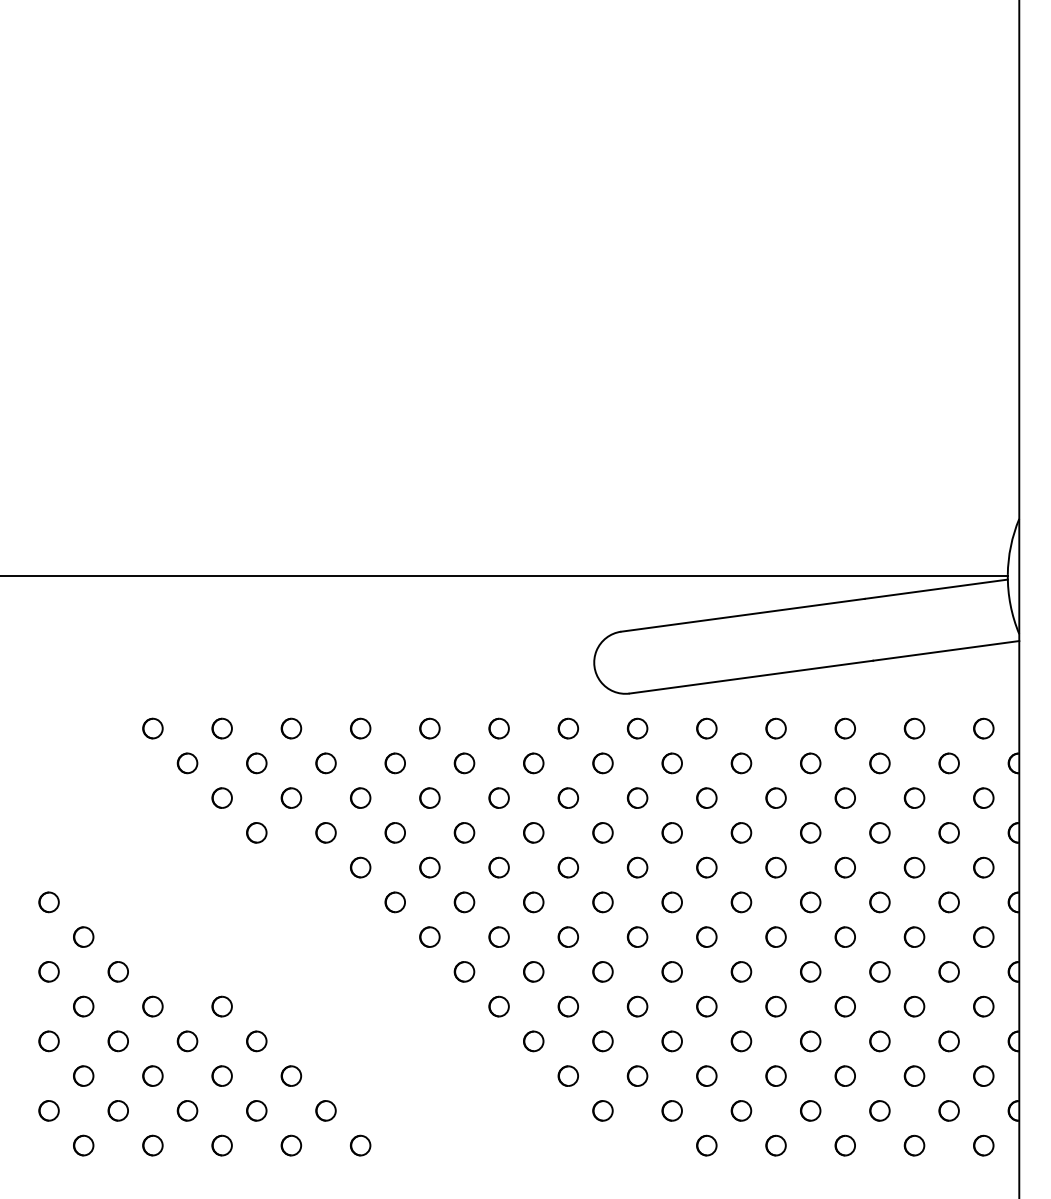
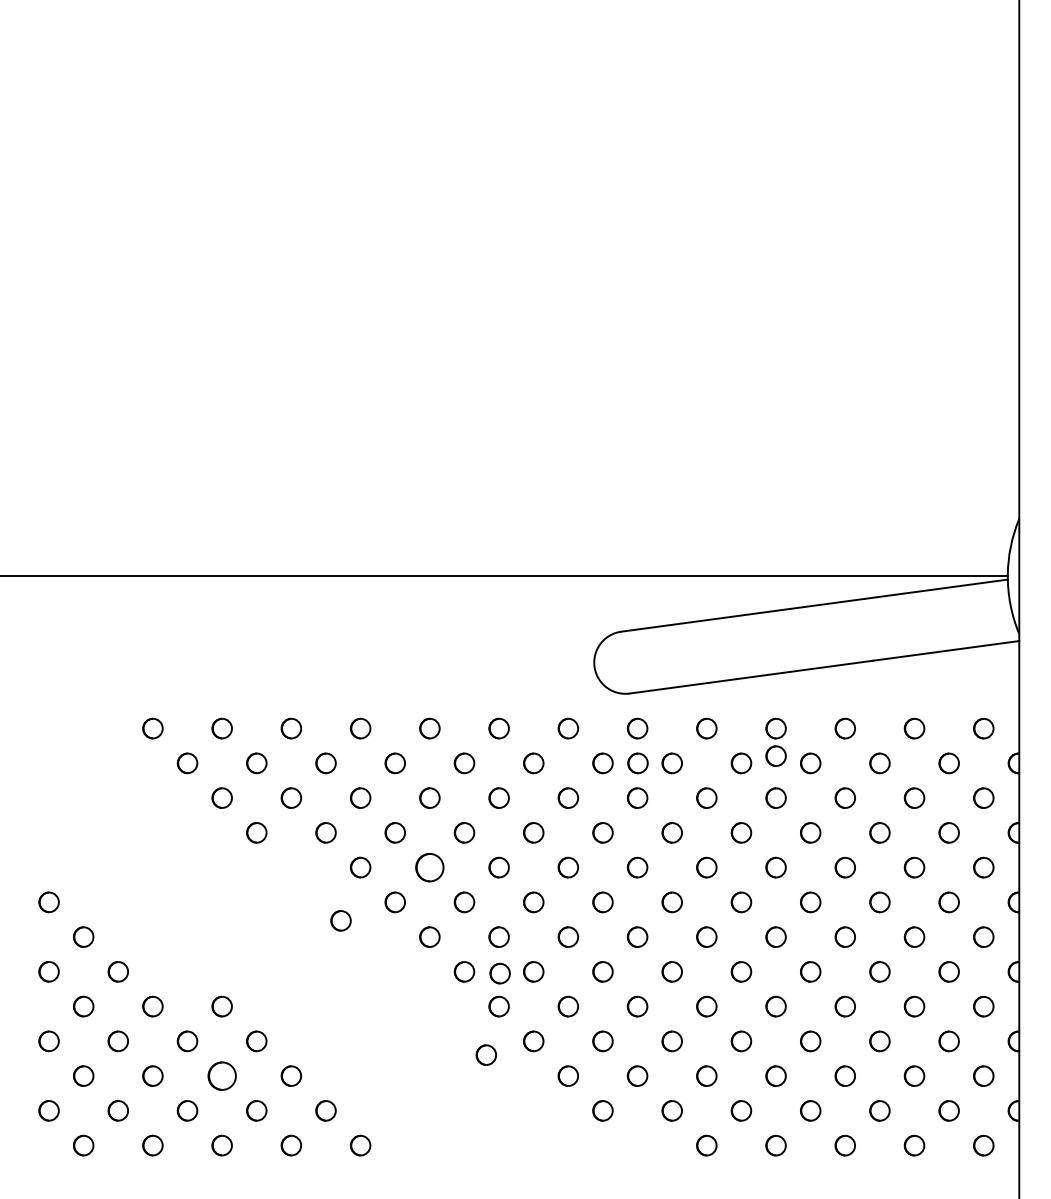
part at (775, 755): none -> present
part at (637, 763): none -> present
part at (429, 867) size: 22x23 px -> 30x30 px
part at (340, 920): none -> present
part at (499, 973): none -> present
part at (485, 1054): none -> present
part at (221, 1075) size: 22x22 px -> 30x30 px
